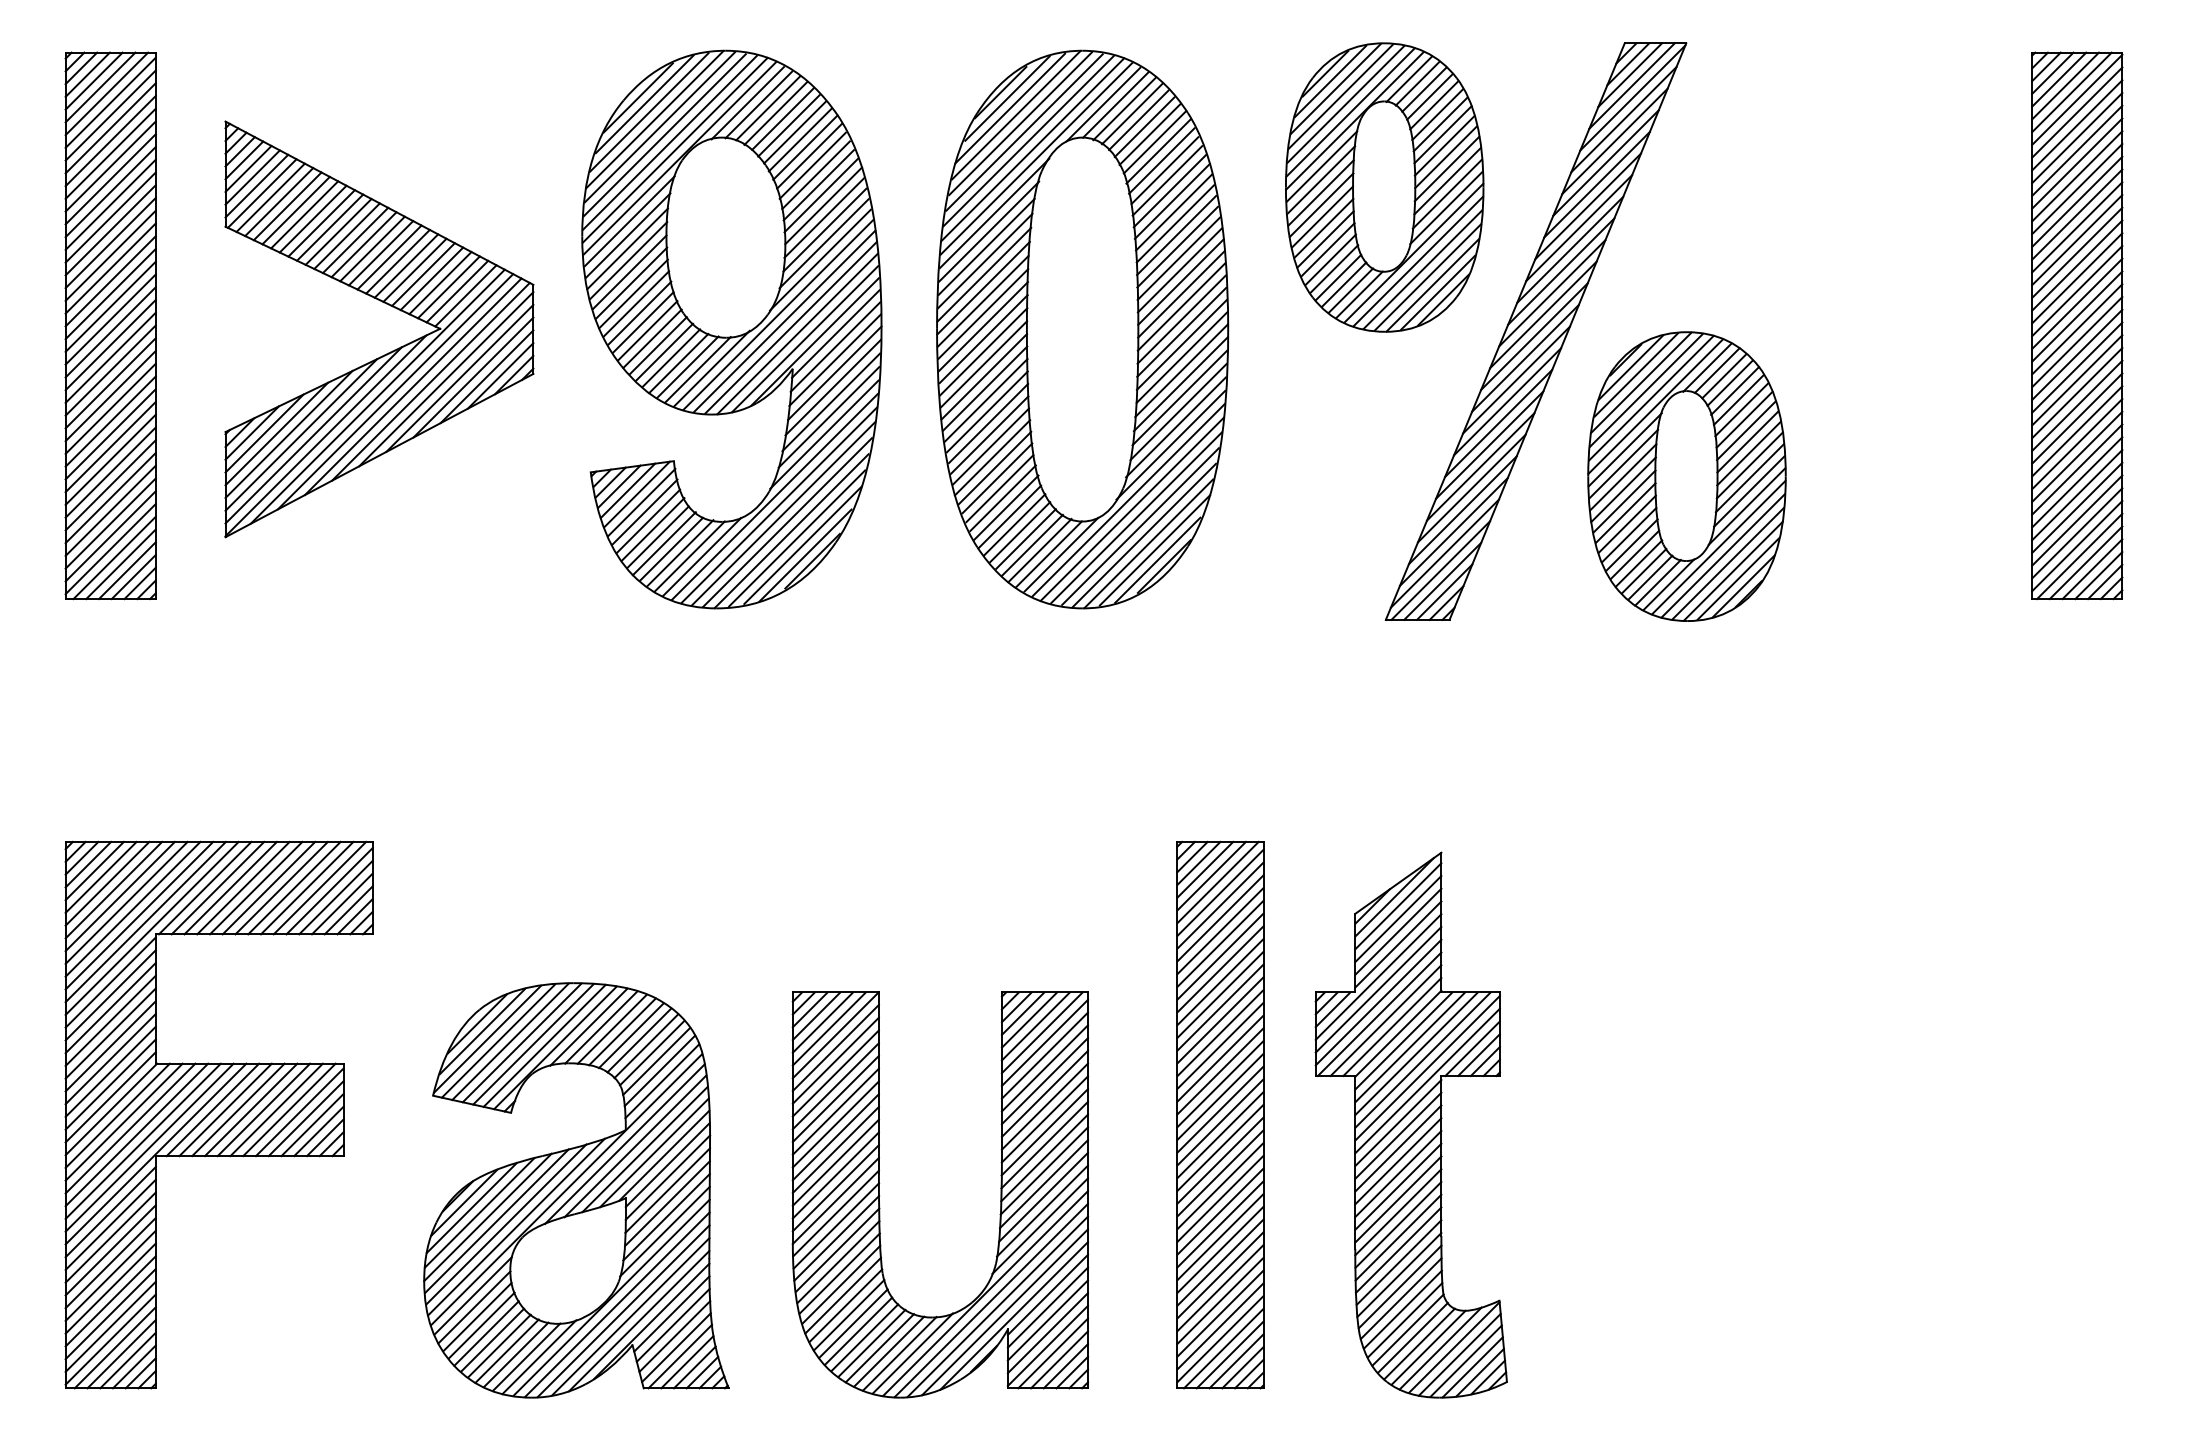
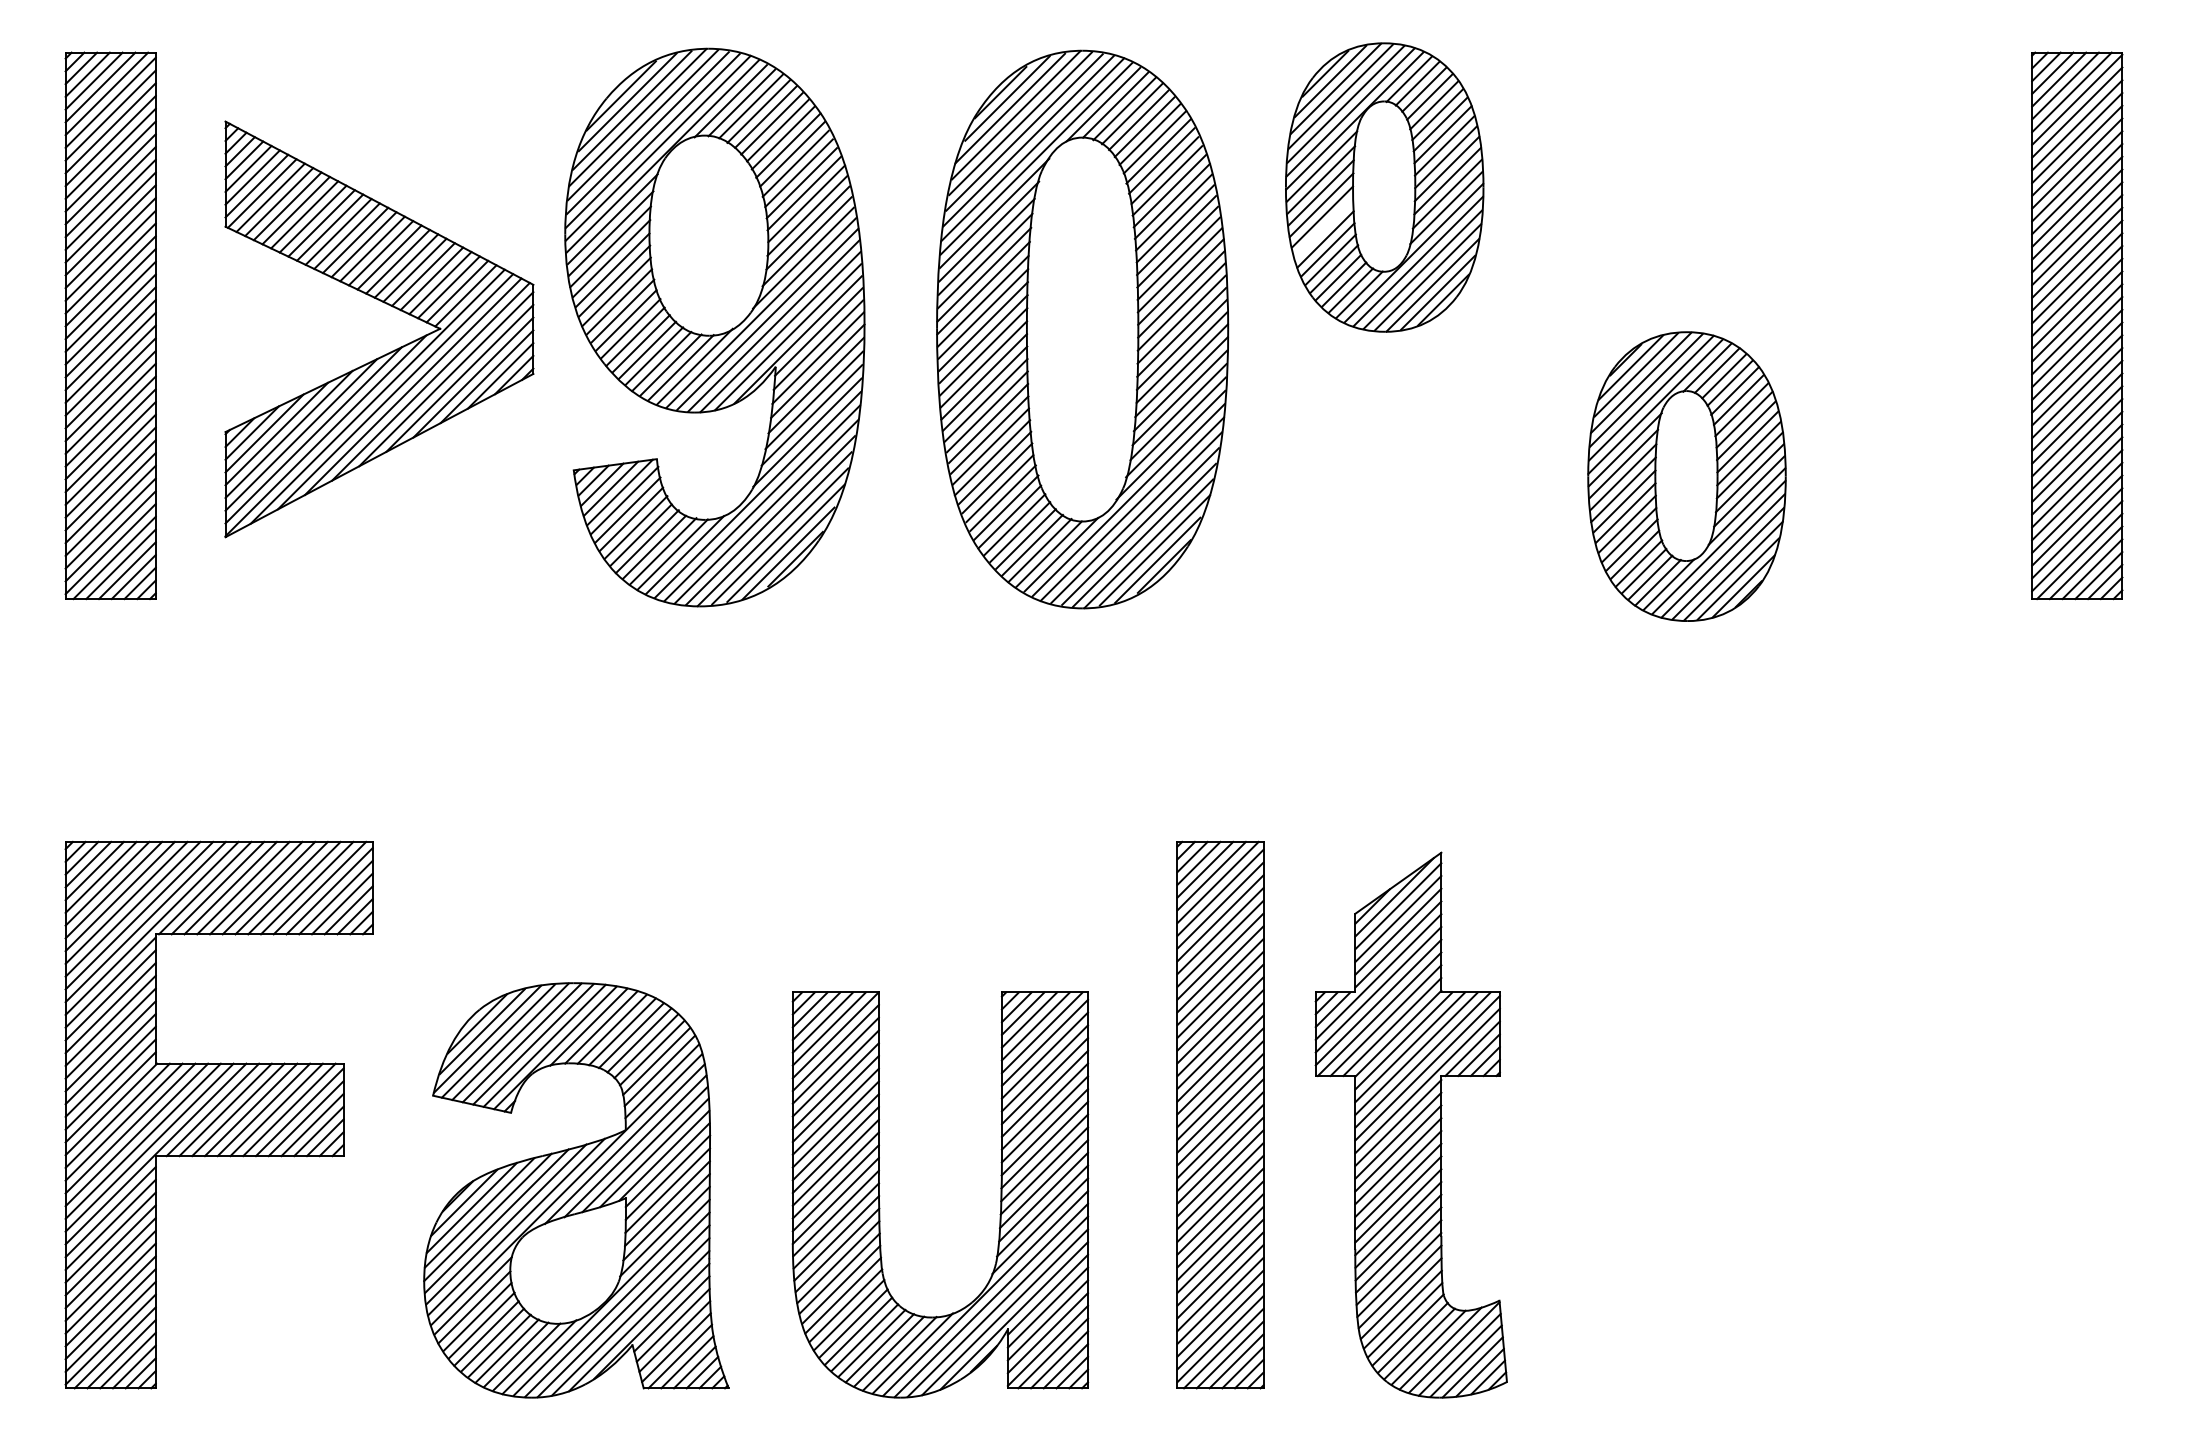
line at (1323, 227): present -> none
part at (731, 329) position: (731, 329) -> (714, 327)
part at (1535, 331): present -> none
